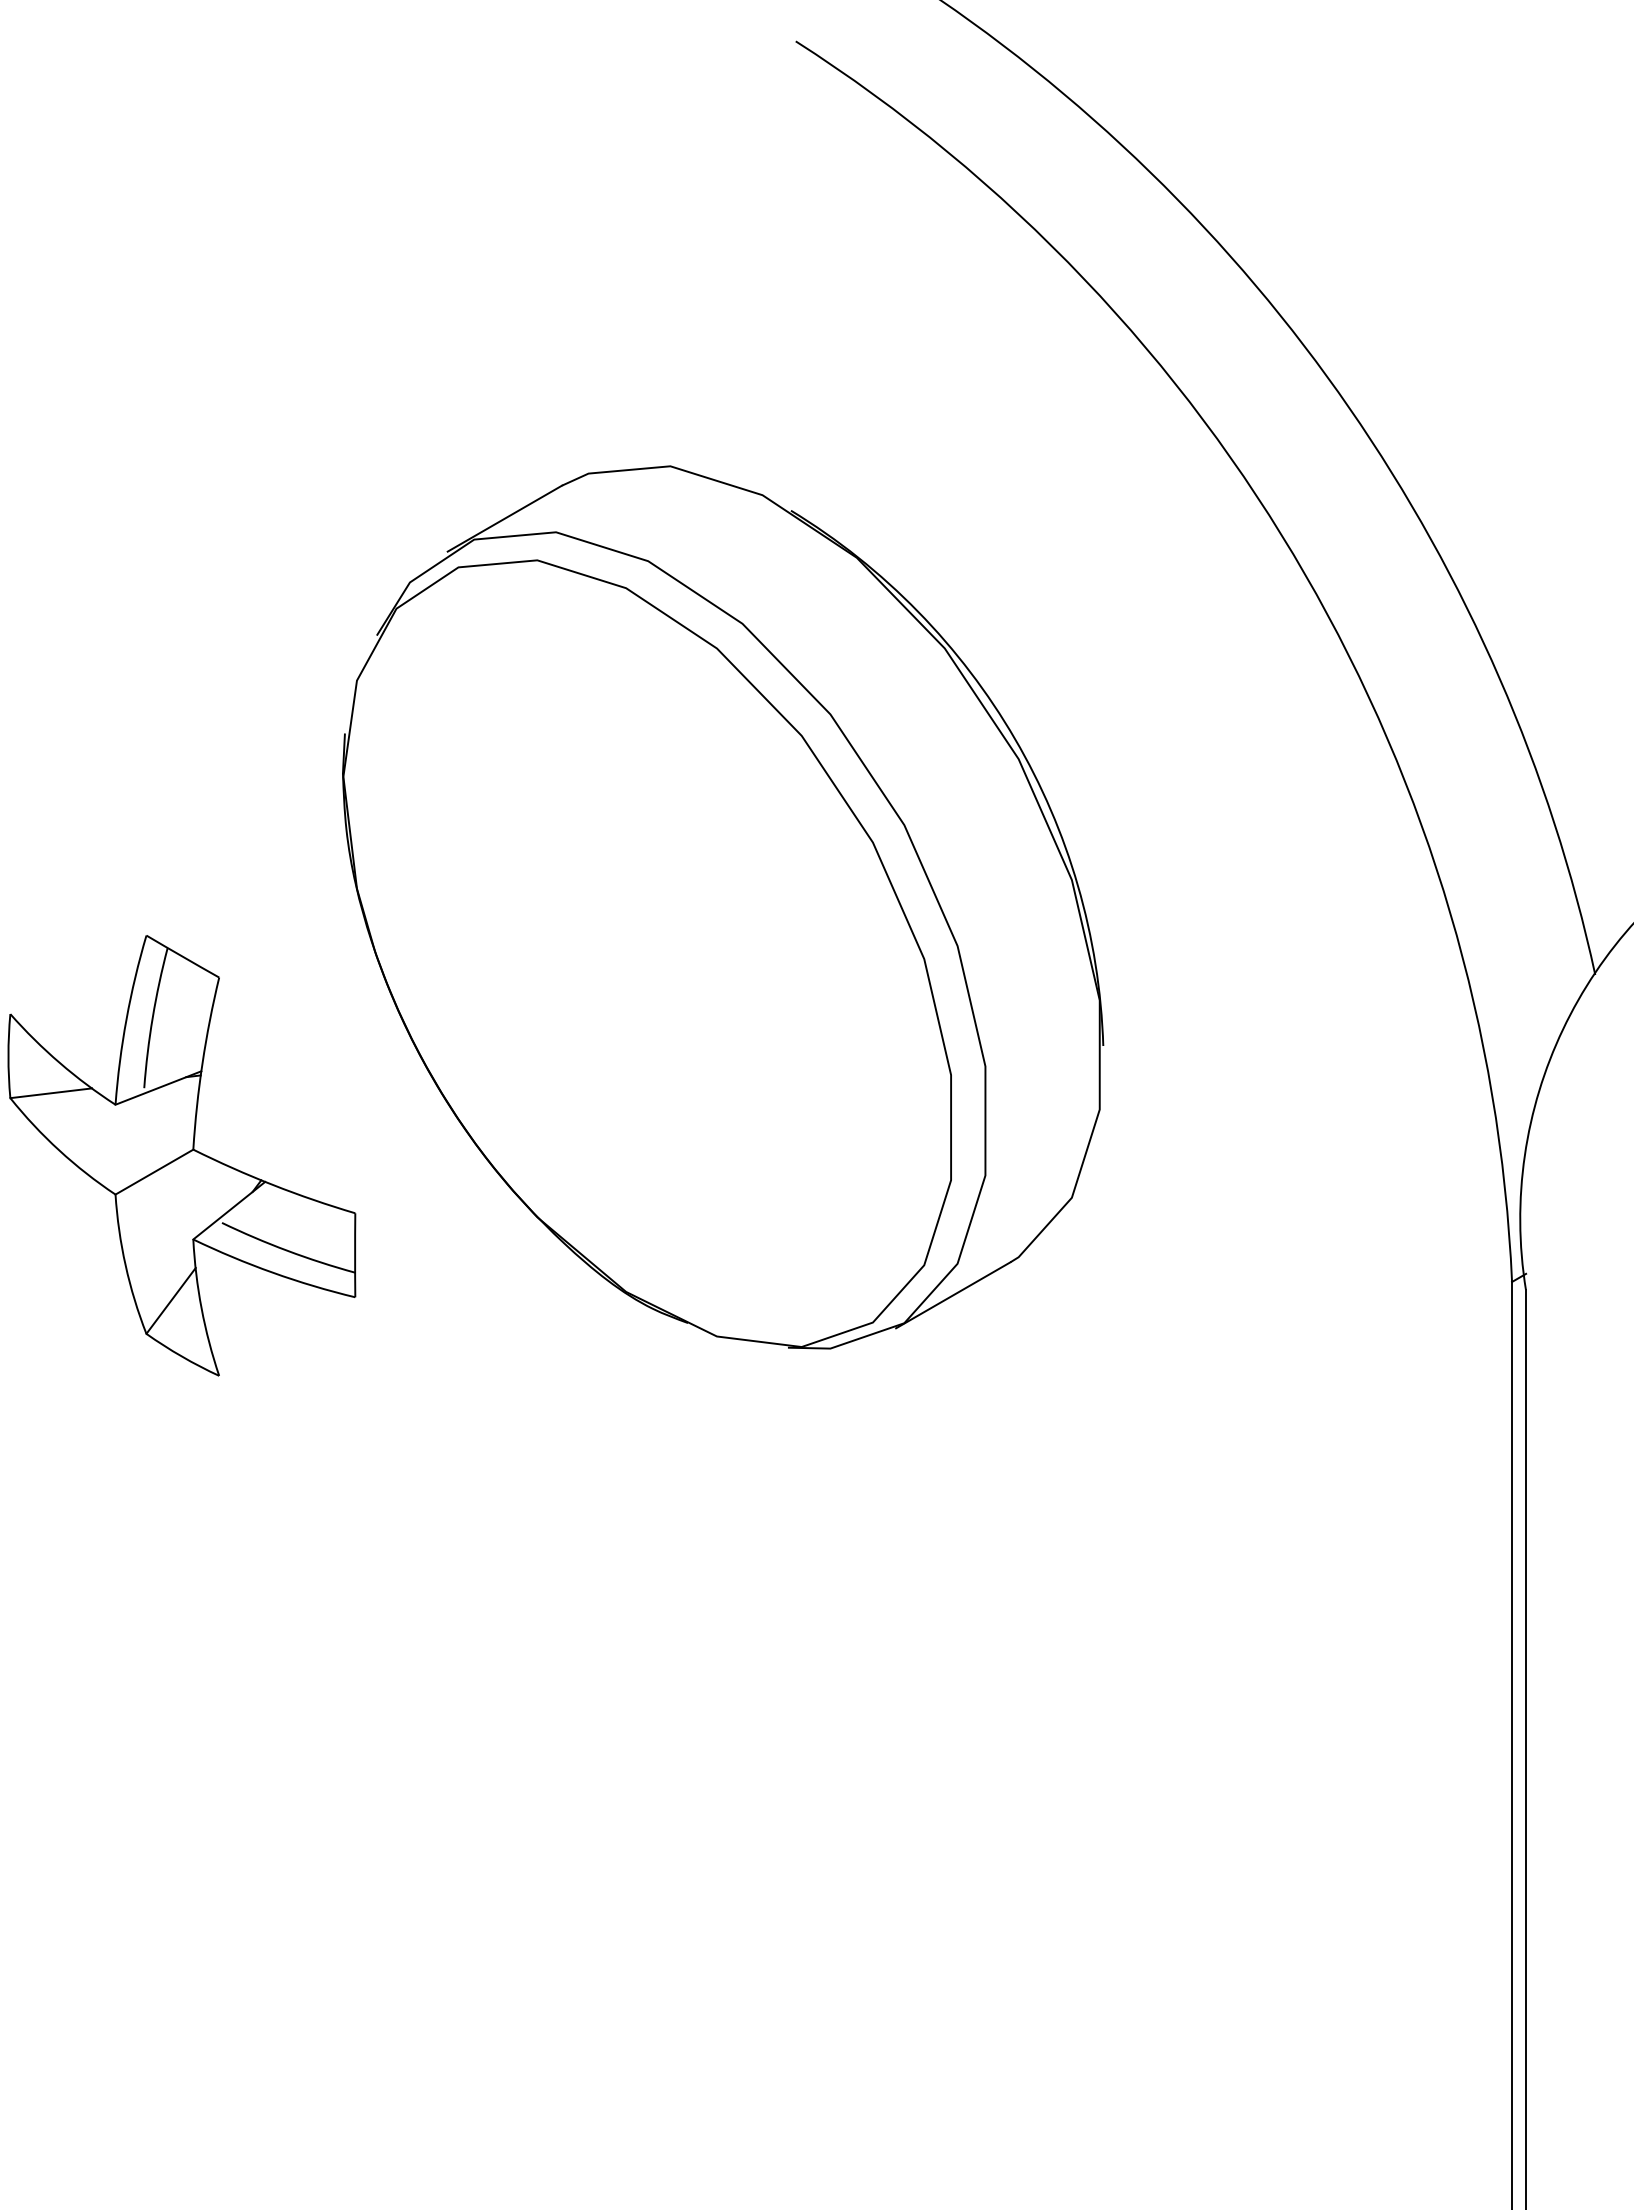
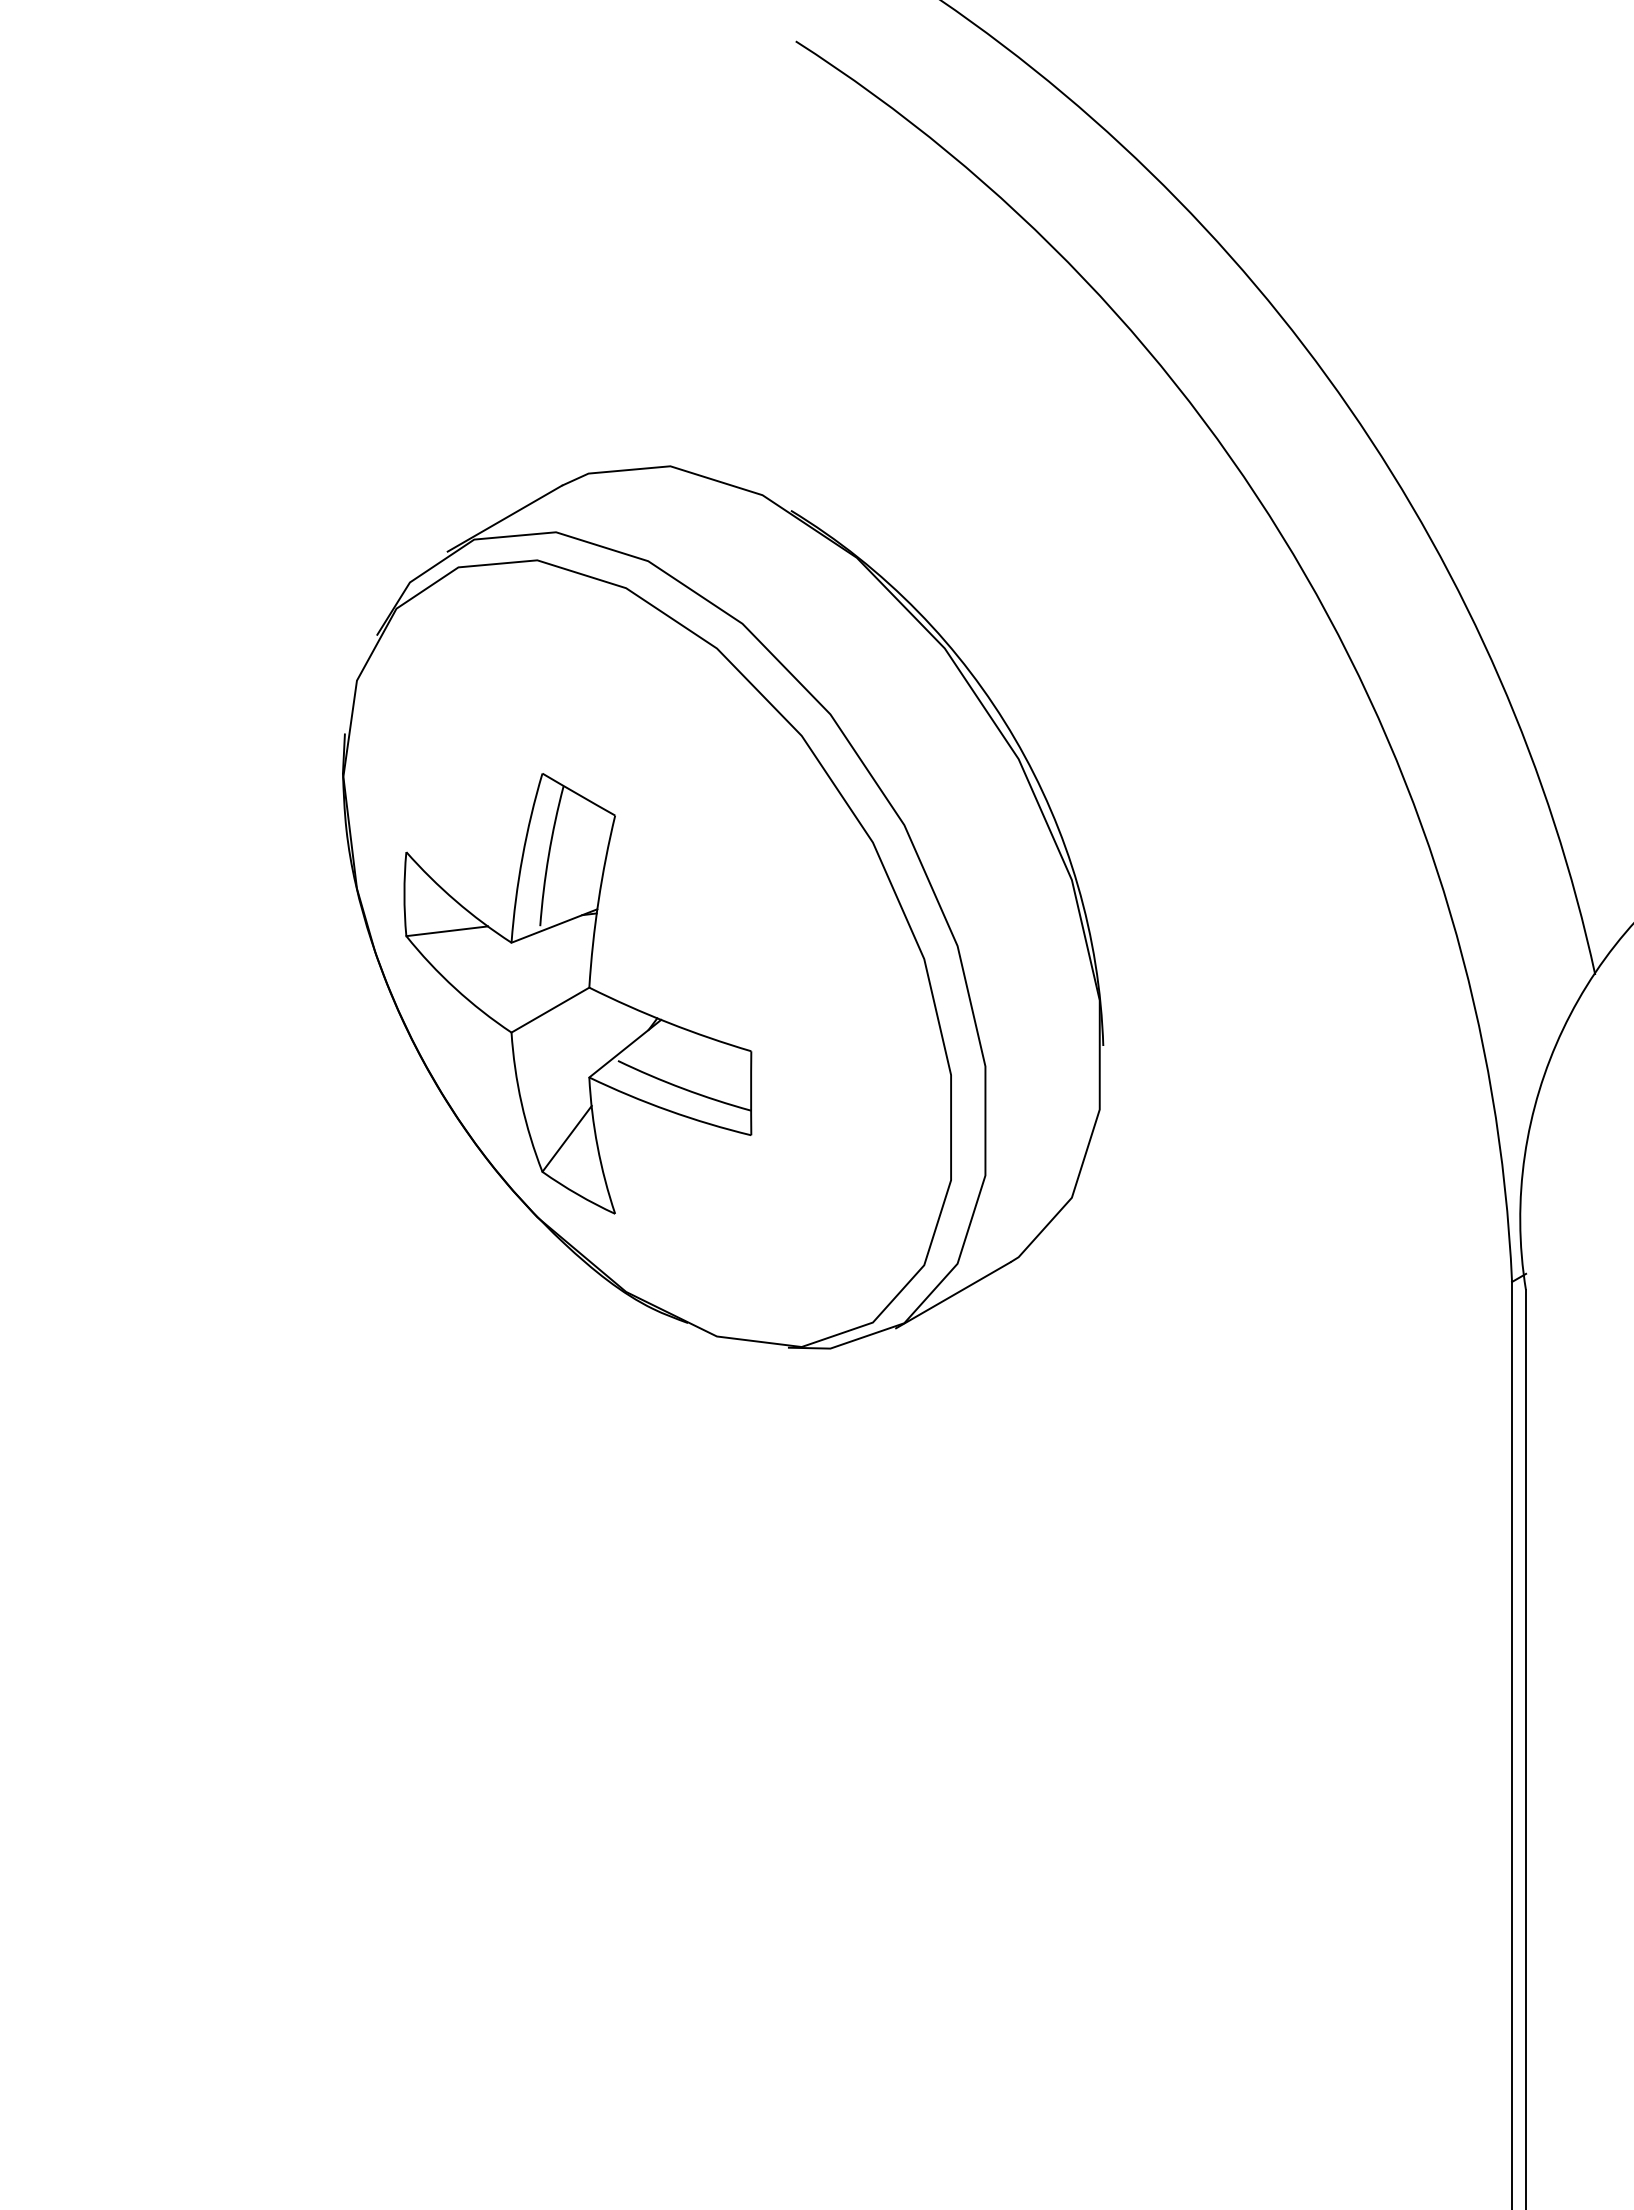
part at (181, 1155) position: (181, 1155) -> (577, 993)
